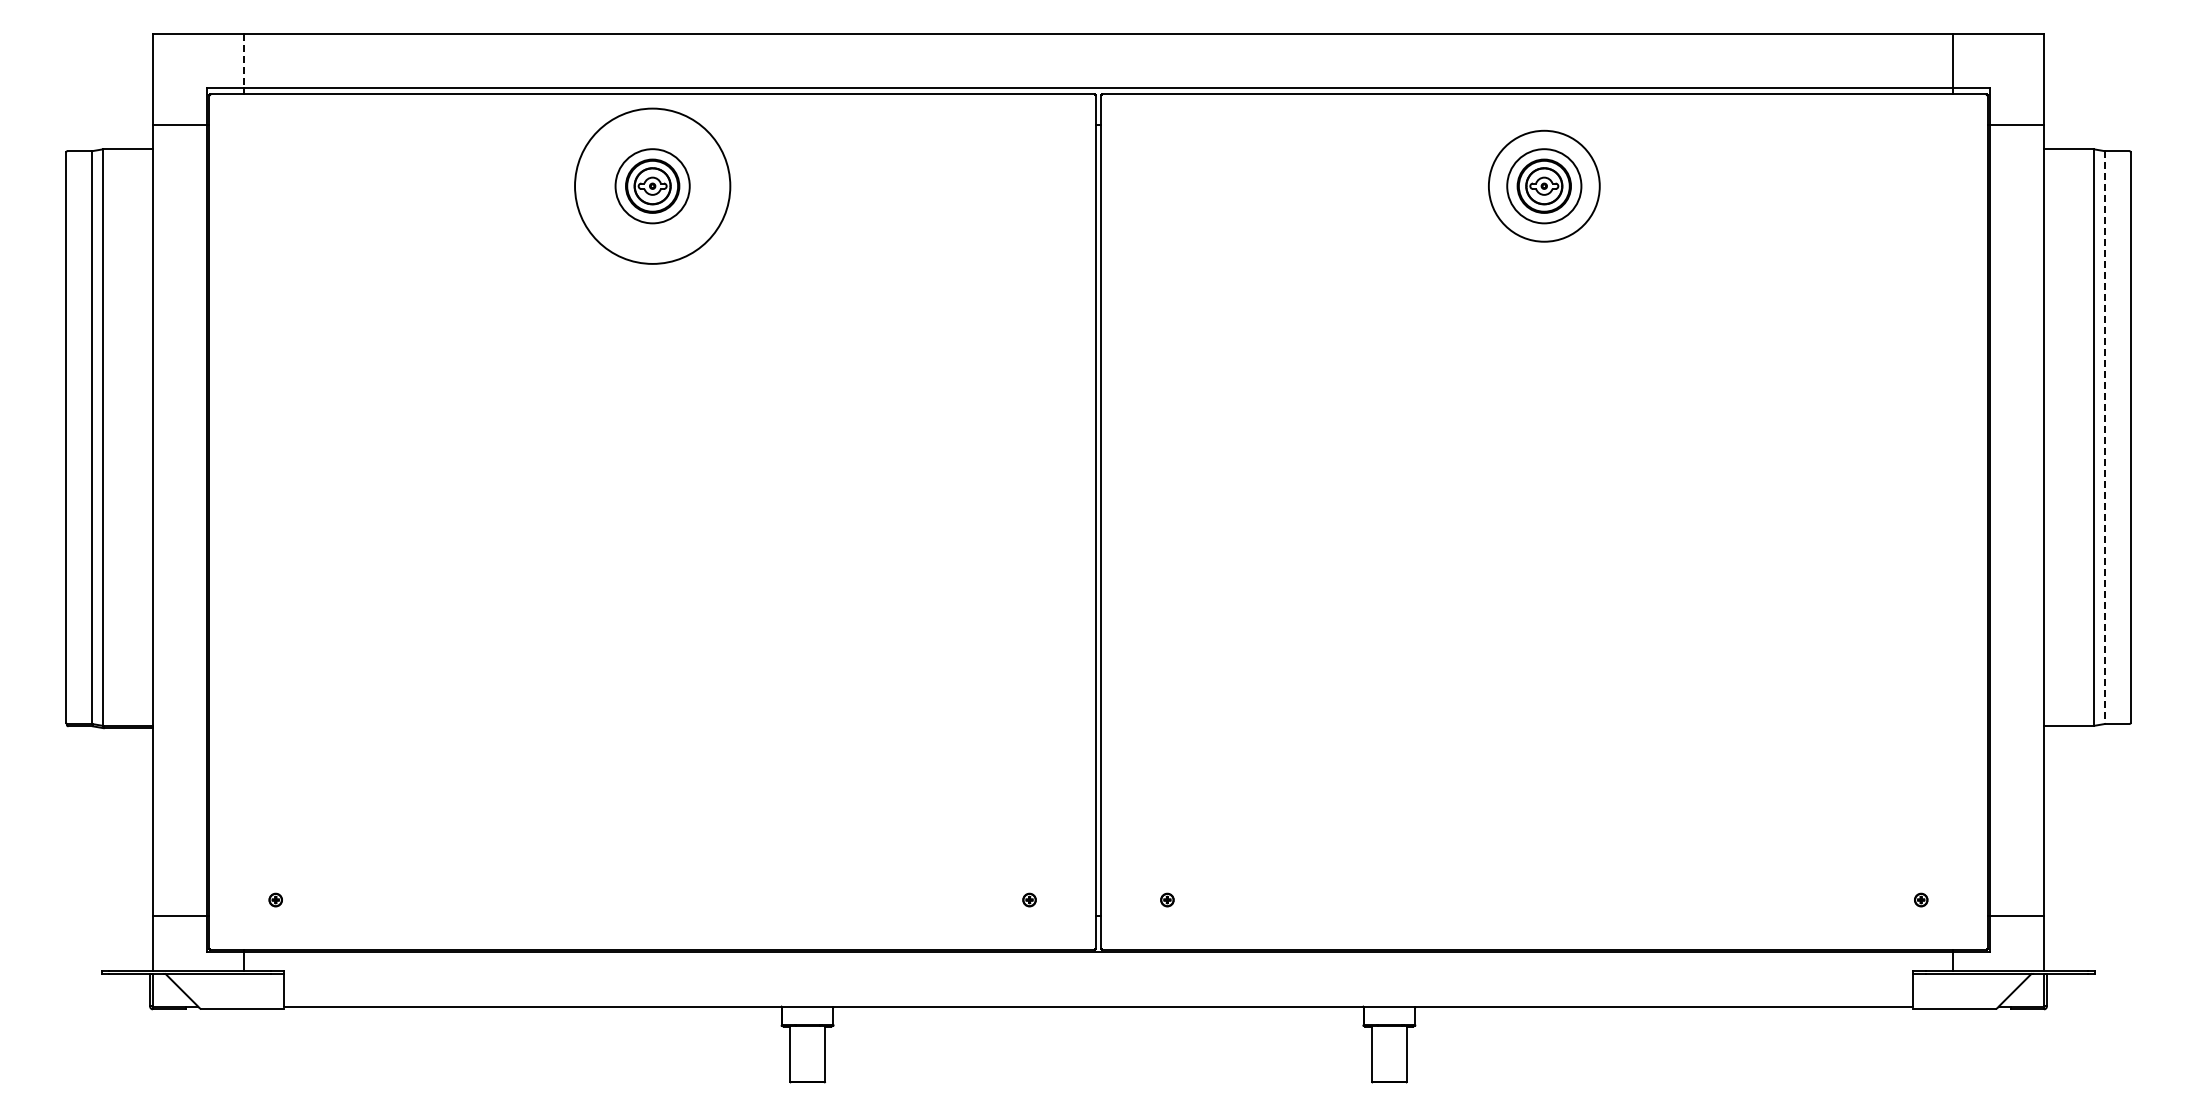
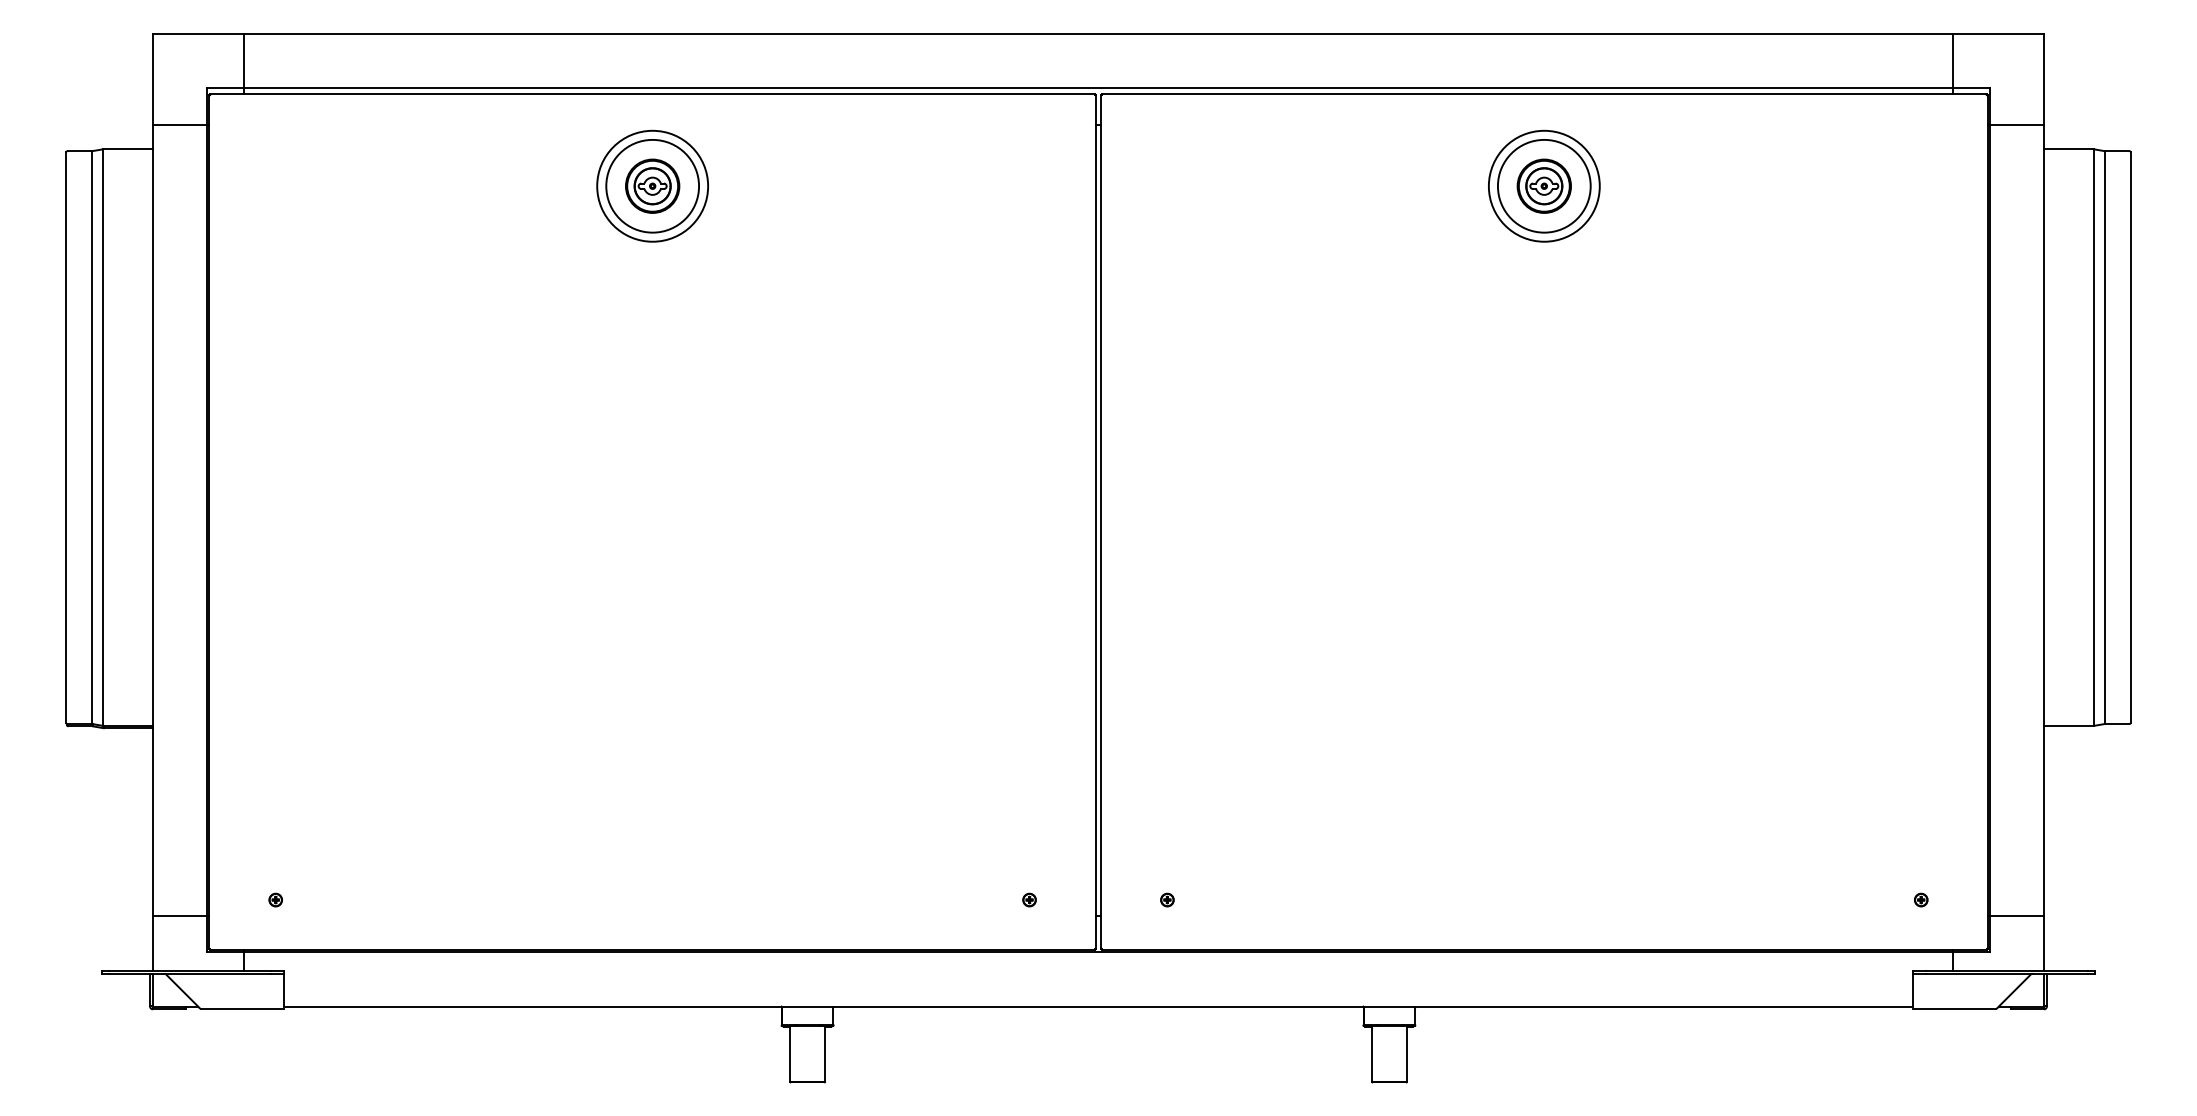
line at (243, 61): dashed -> solid
circle at (652, 185) diameter: 155 px -> 111 px
circle at (652, 186) diameter: 74 px -> 93 px
circle at (1544, 186) diameter: 74 px -> 93 px
line at (2105, 438): dashed -> solid
